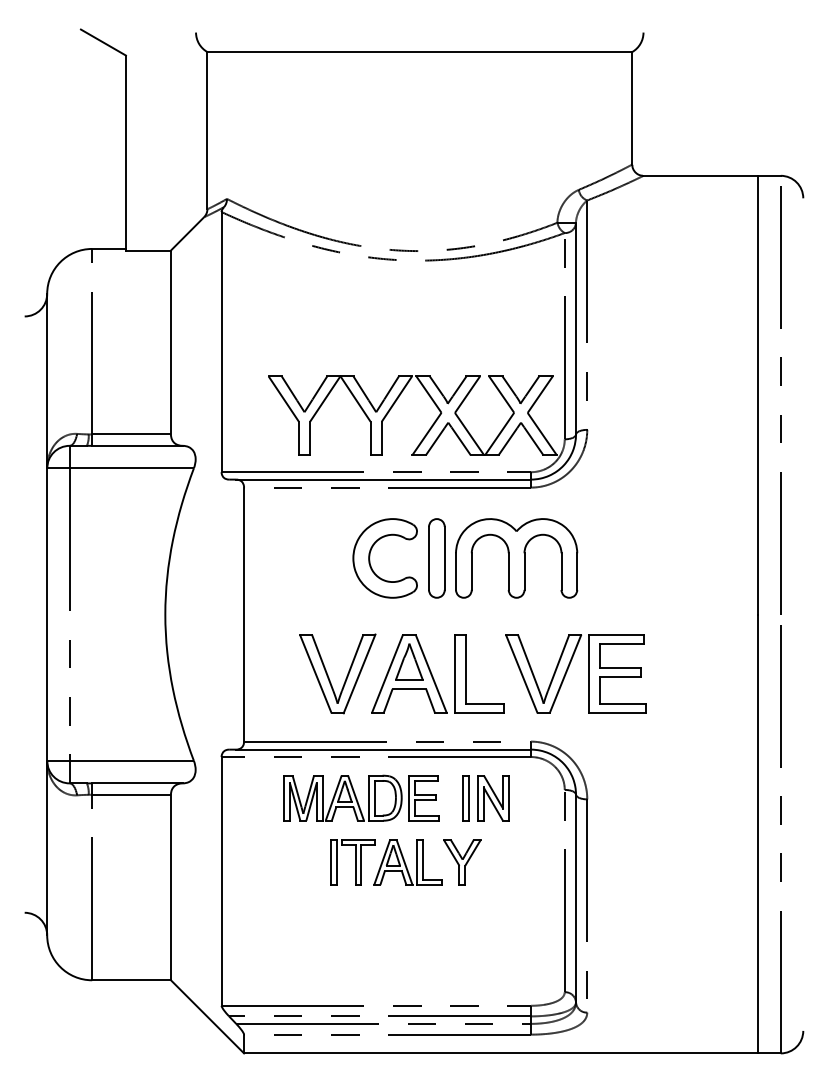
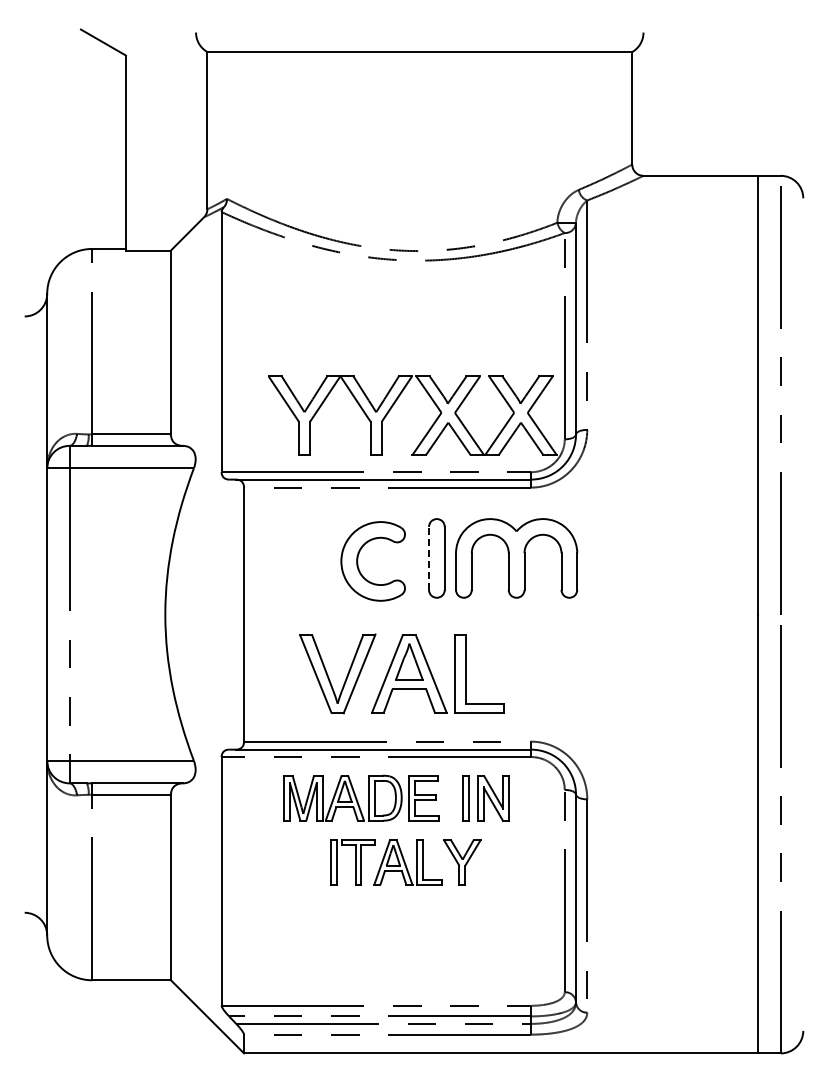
part at (370, 557) position: (370, 557) -> (358, 560)
line at (429, 558): solid -> dashed
part at (568, 669): present -> none
